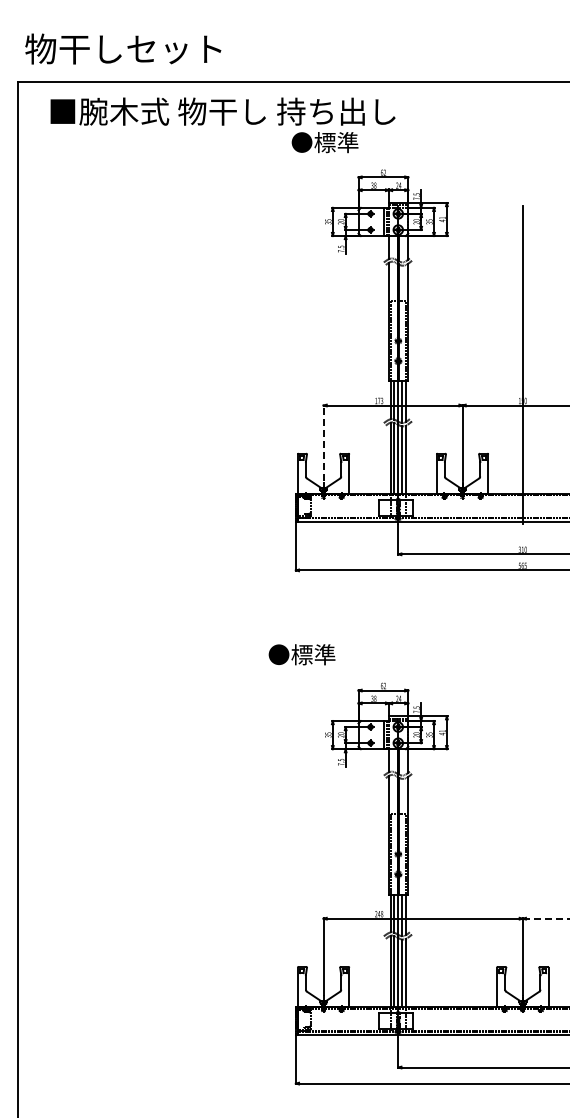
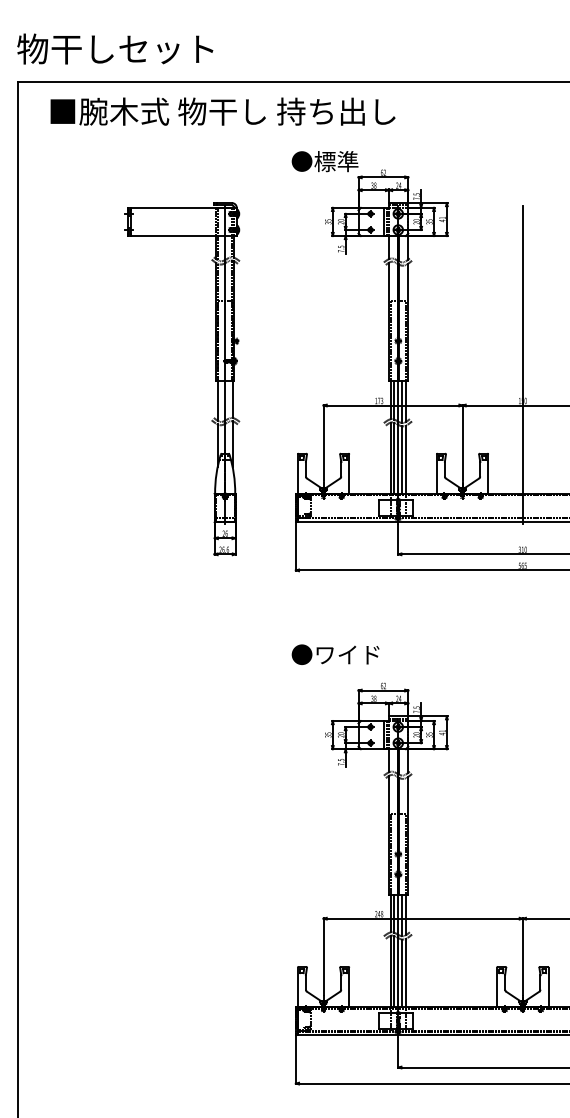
text at (123, 48) position: (123, 48) -> (115, 48)
text at (324, 142) position: (324, 142) -> (324, 161)
part at (215, 379): none -> present
line at (323, 442): dashed -> solid
text at (323, 654): ●標準 -> ●ワイド
line at (547, 918): dashed -> solid
